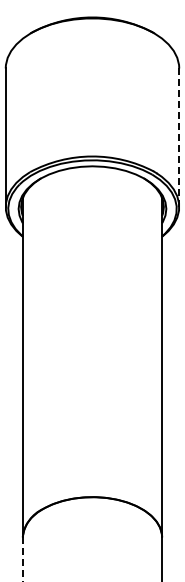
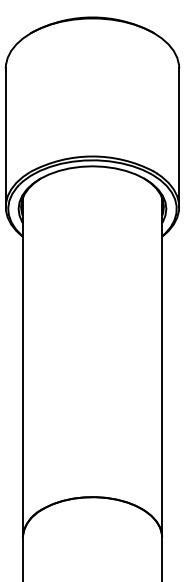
line at (179, 137): dashed -> solid
line at (22, 559): dashed -> solid
